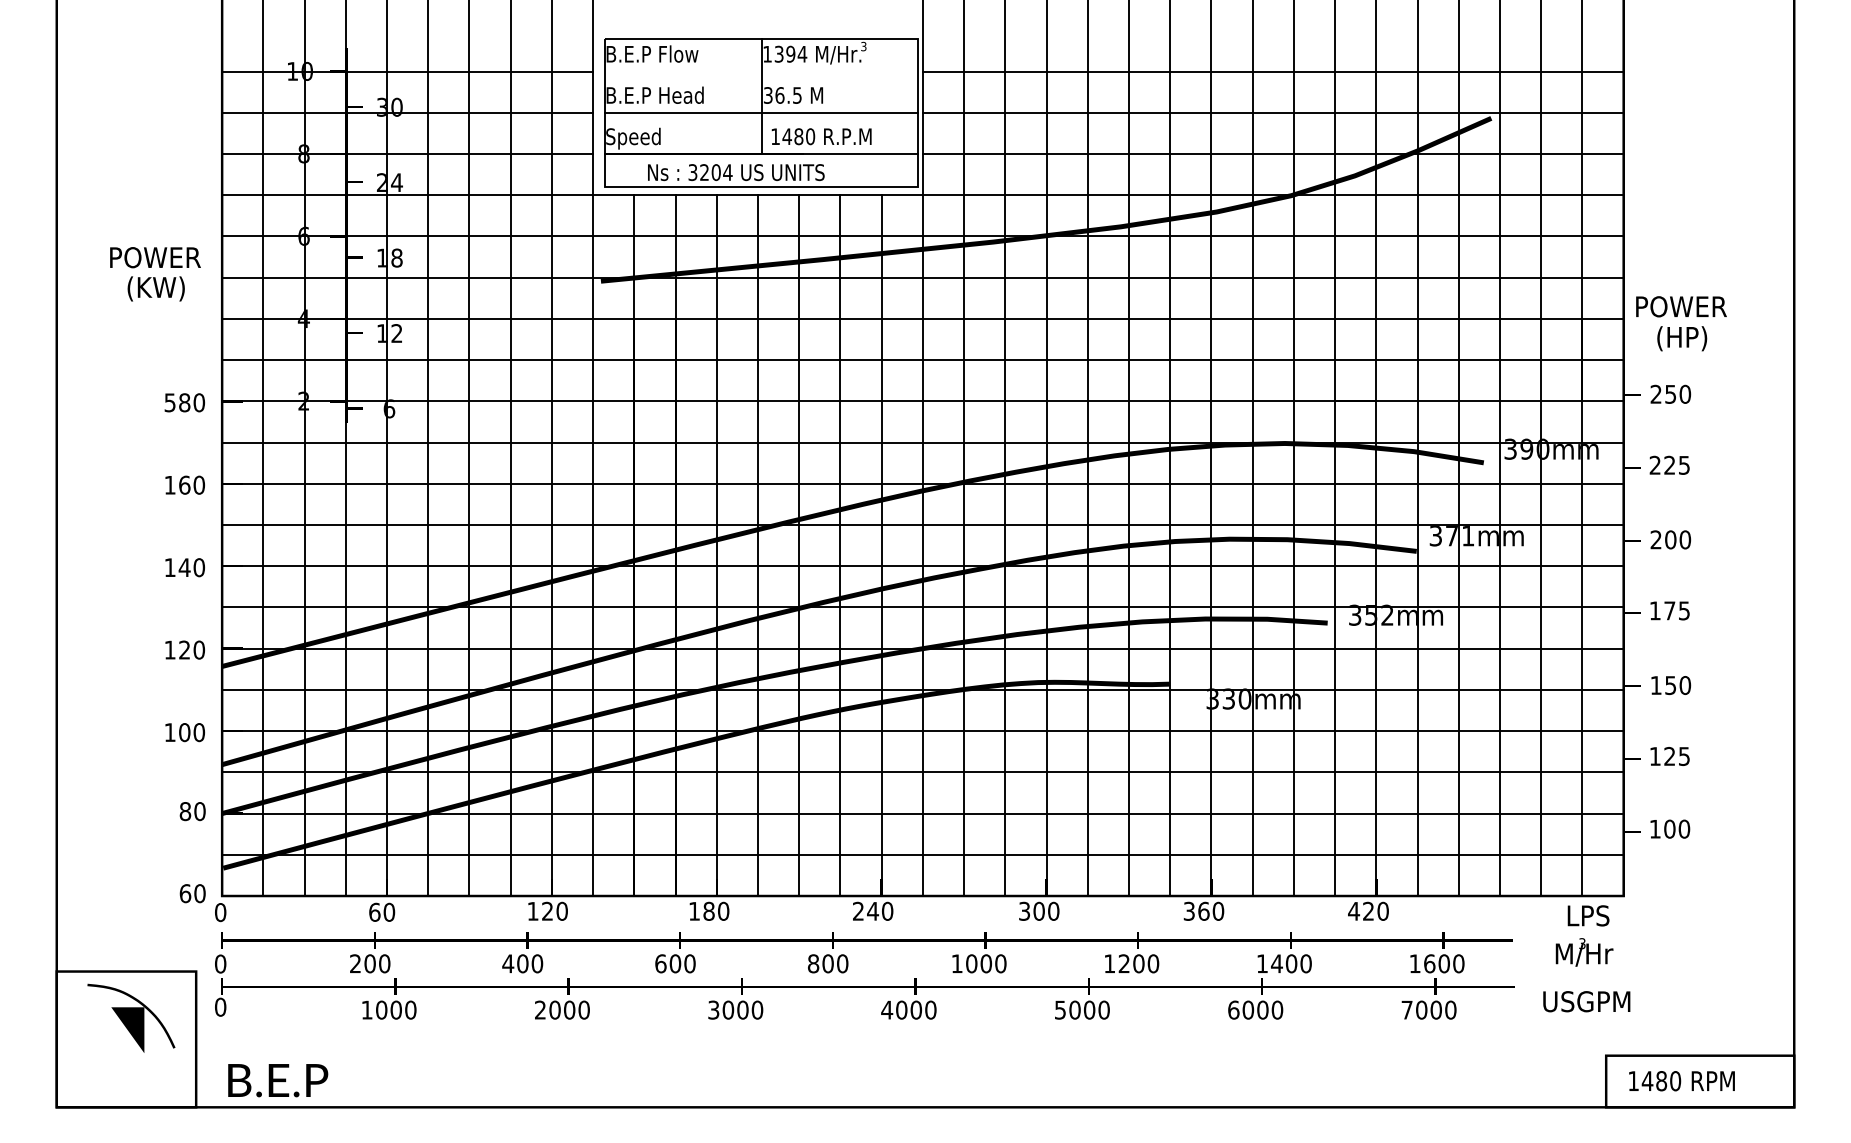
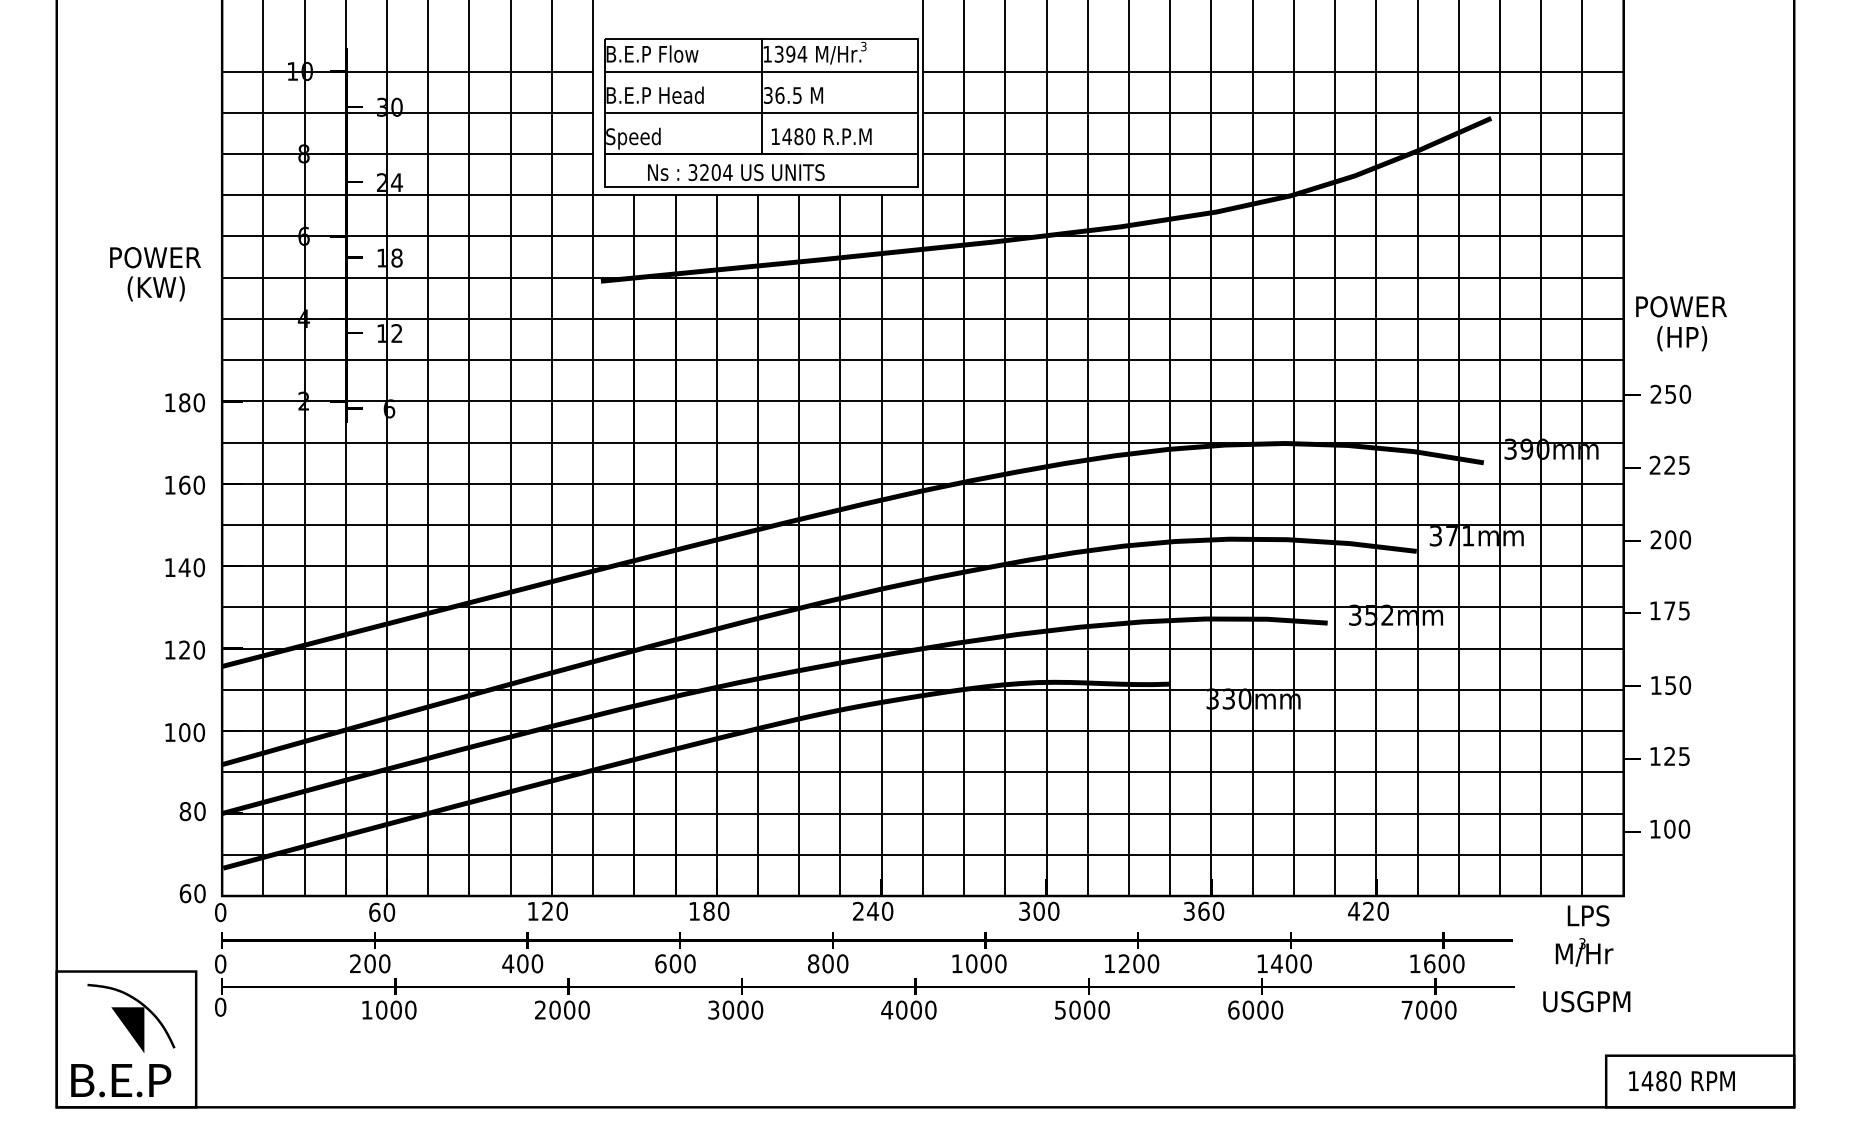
line at (761, 71): none -> present
text at (169, 402): 580 -> 180
text at (278, 1080) position: (278, 1080) -> (121, 1080)
